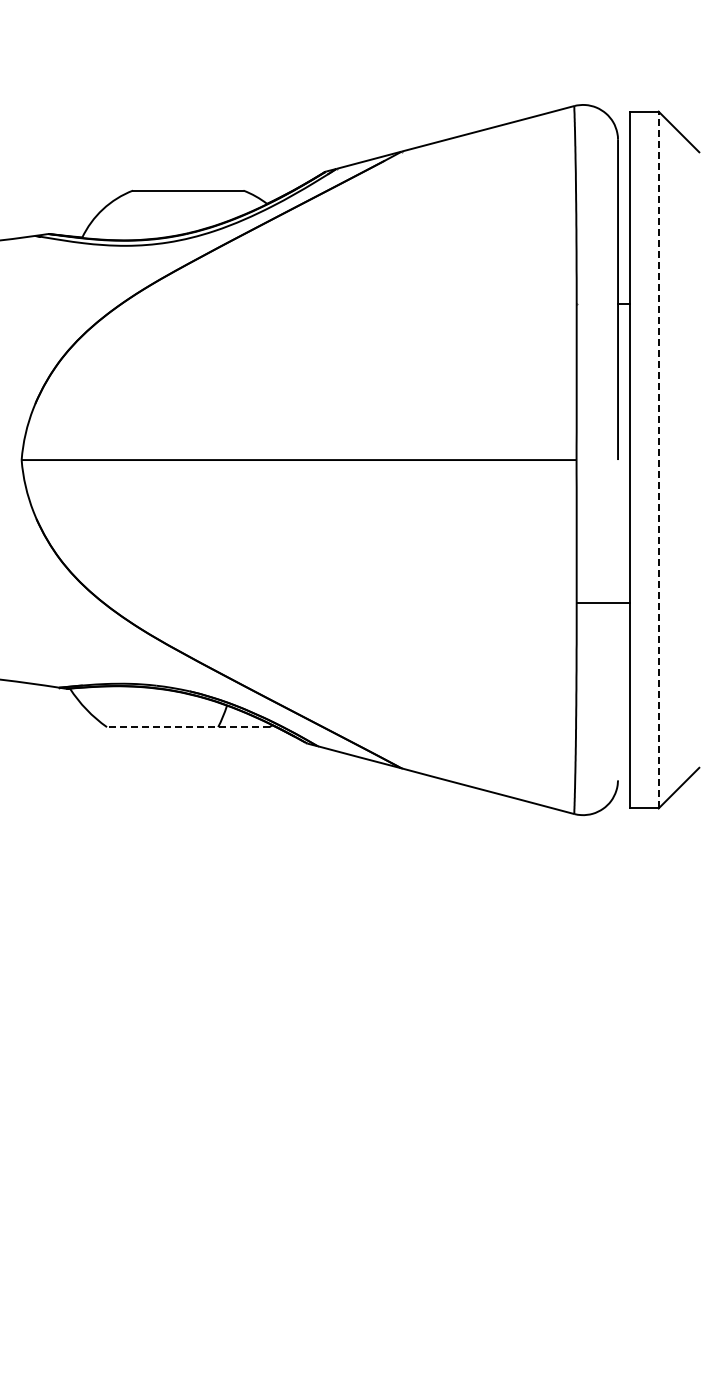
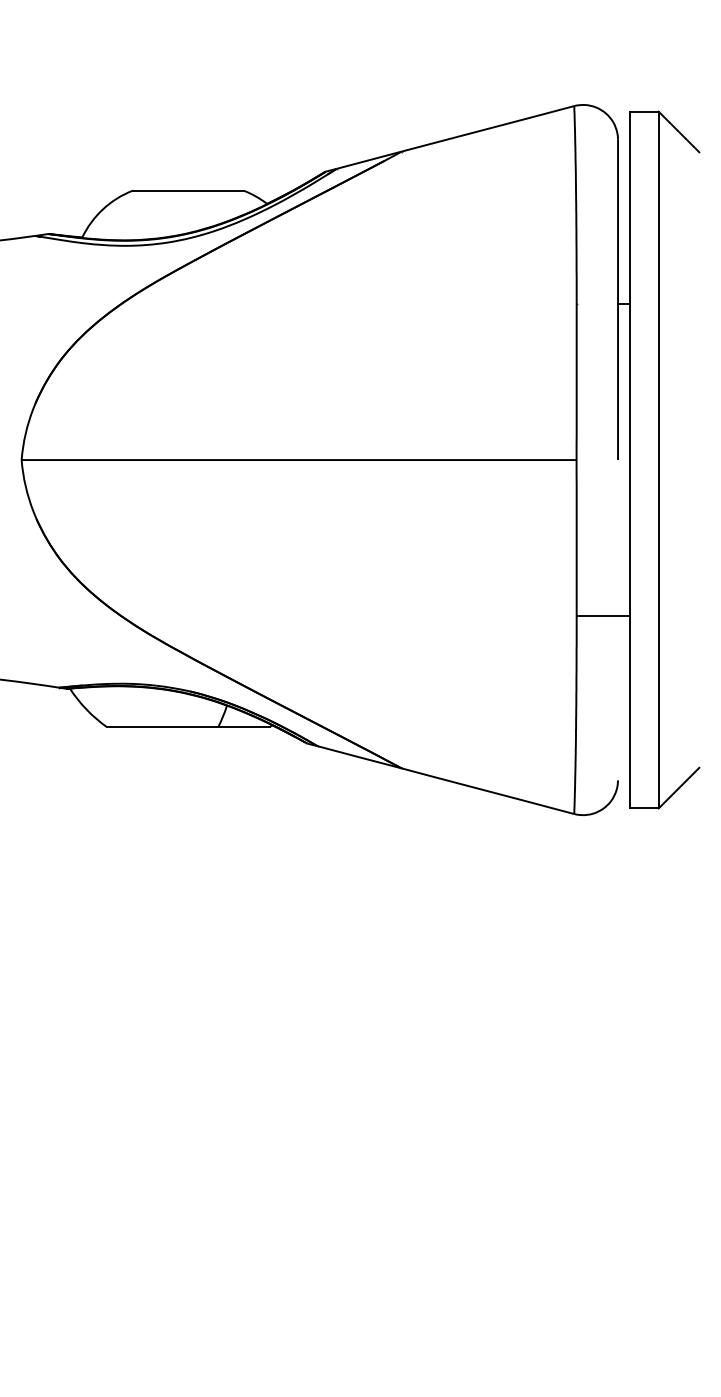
line at (658, 459): dashed -> solid
line at (602, 603) position: (602, 603) -> (602, 616)
line at (187, 727): dashed -> solid
